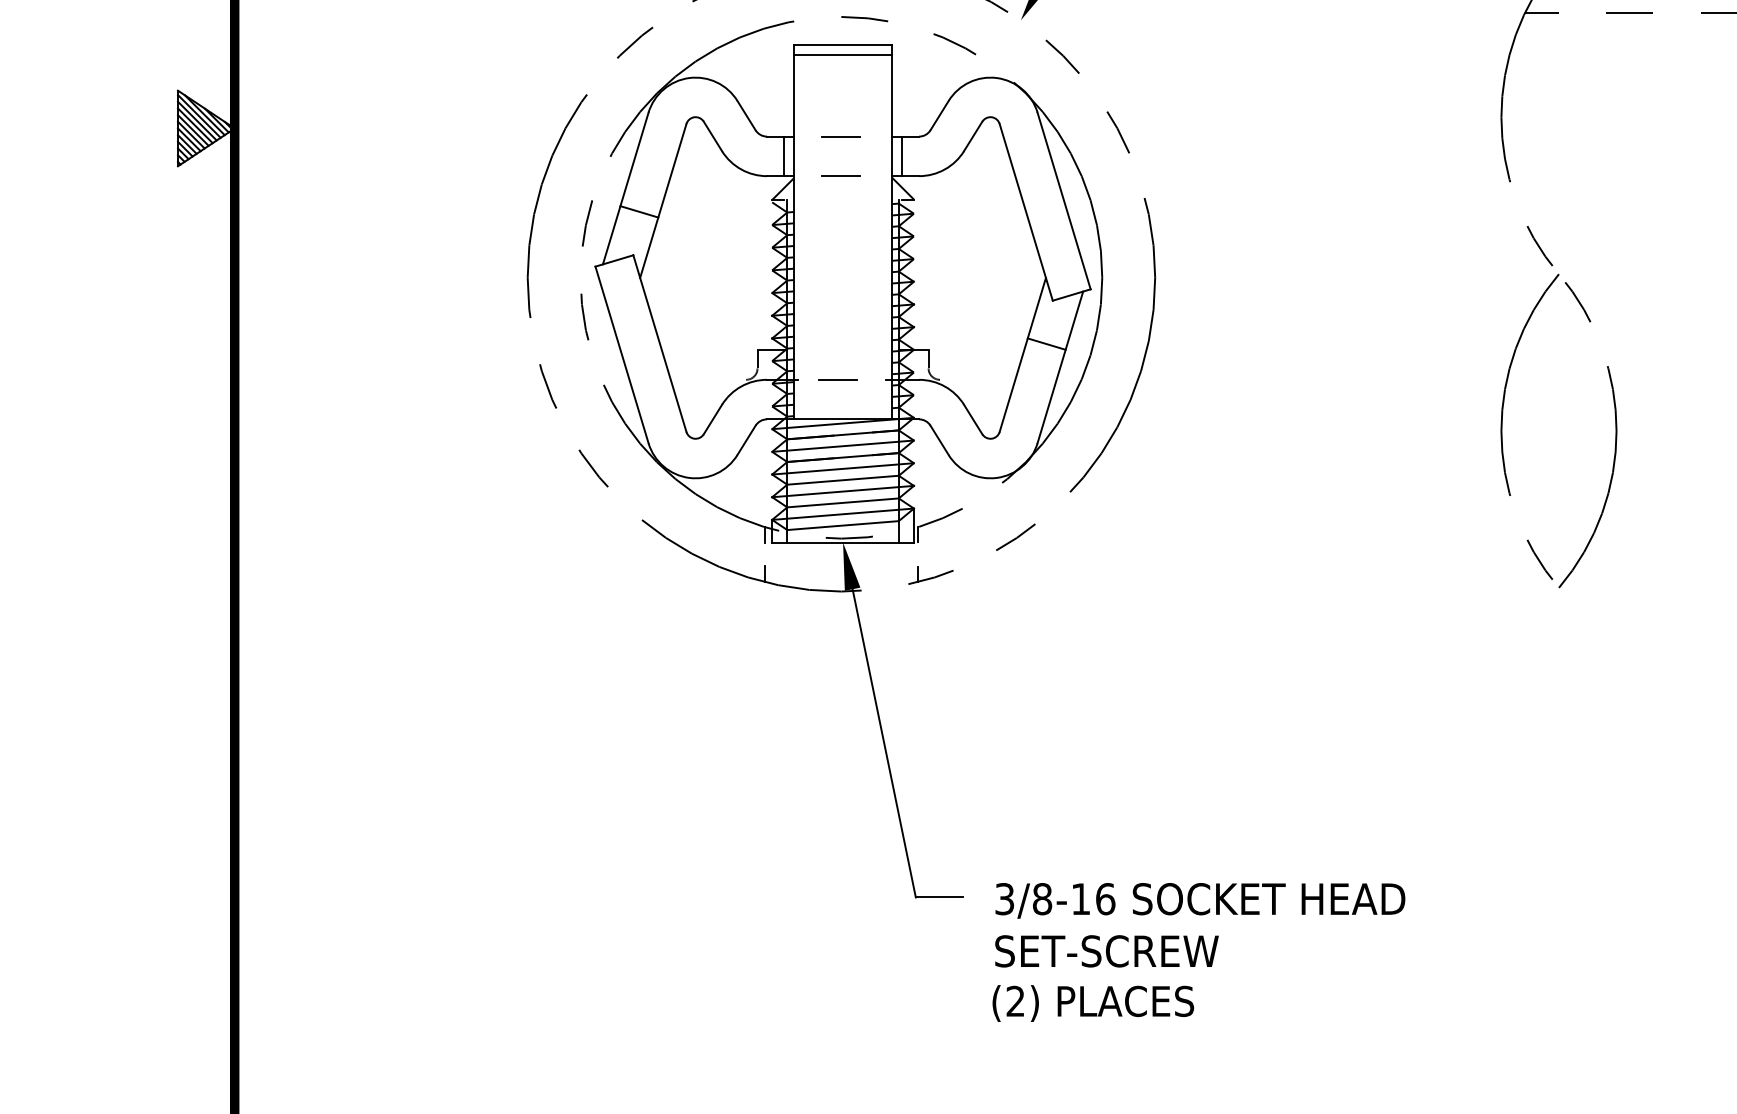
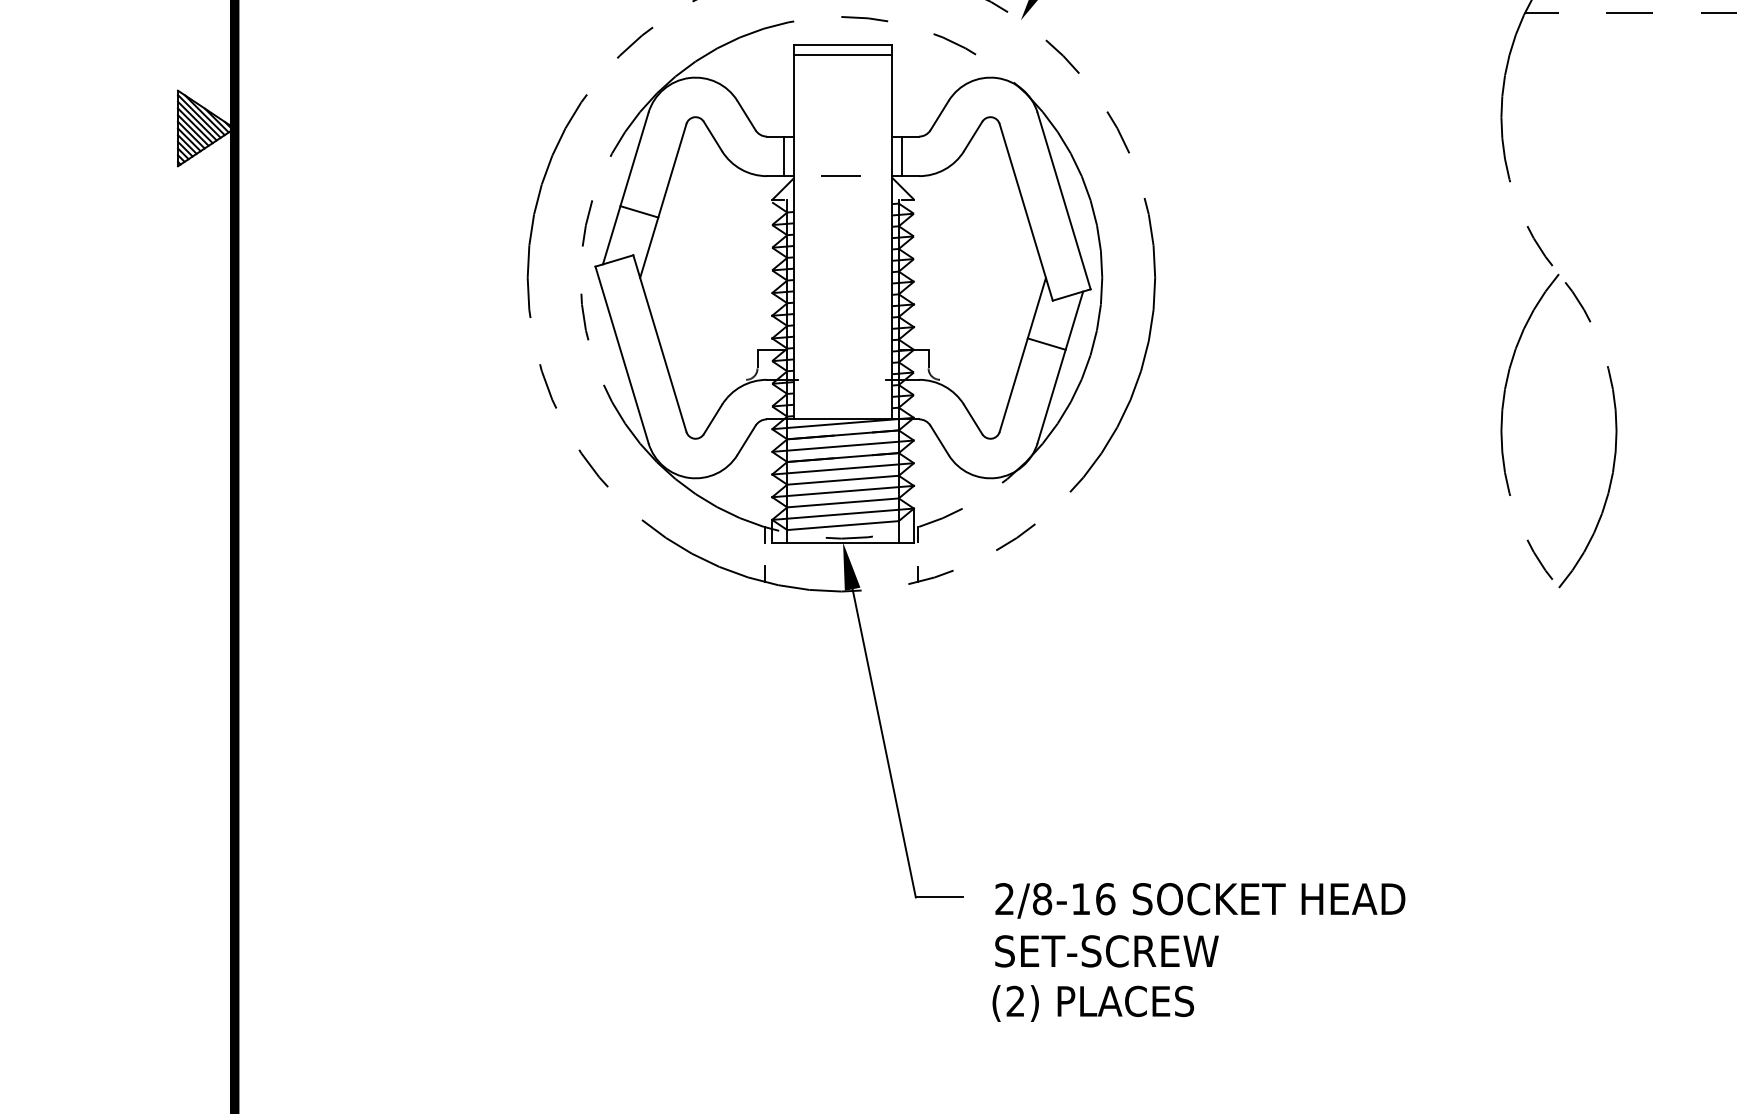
line at (841, 136): present -> none
line at (837, 379): present -> none
text at (1004, 899): 3/8-16 -> 2/8-16
